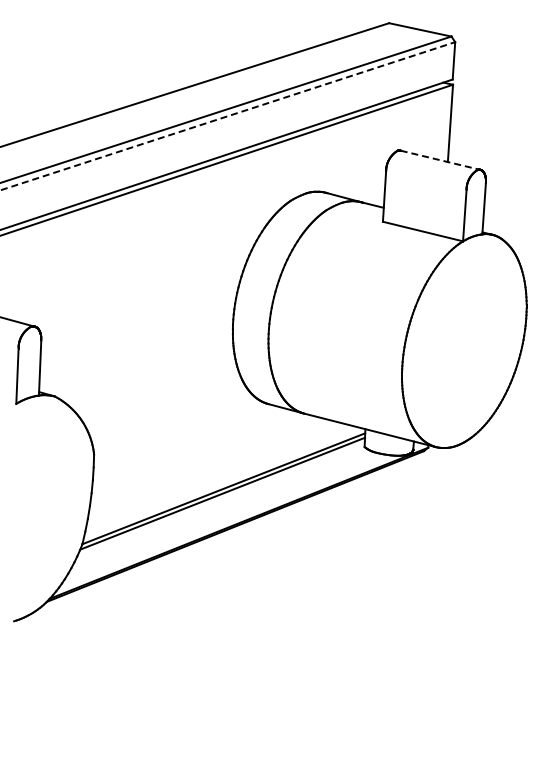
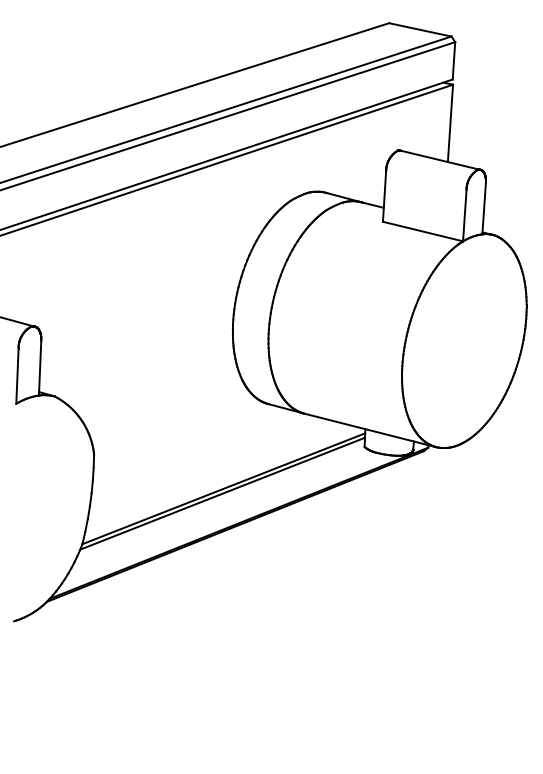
line at (228, 116): dashed -> solid
line at (440, 160): dashed -> solid
